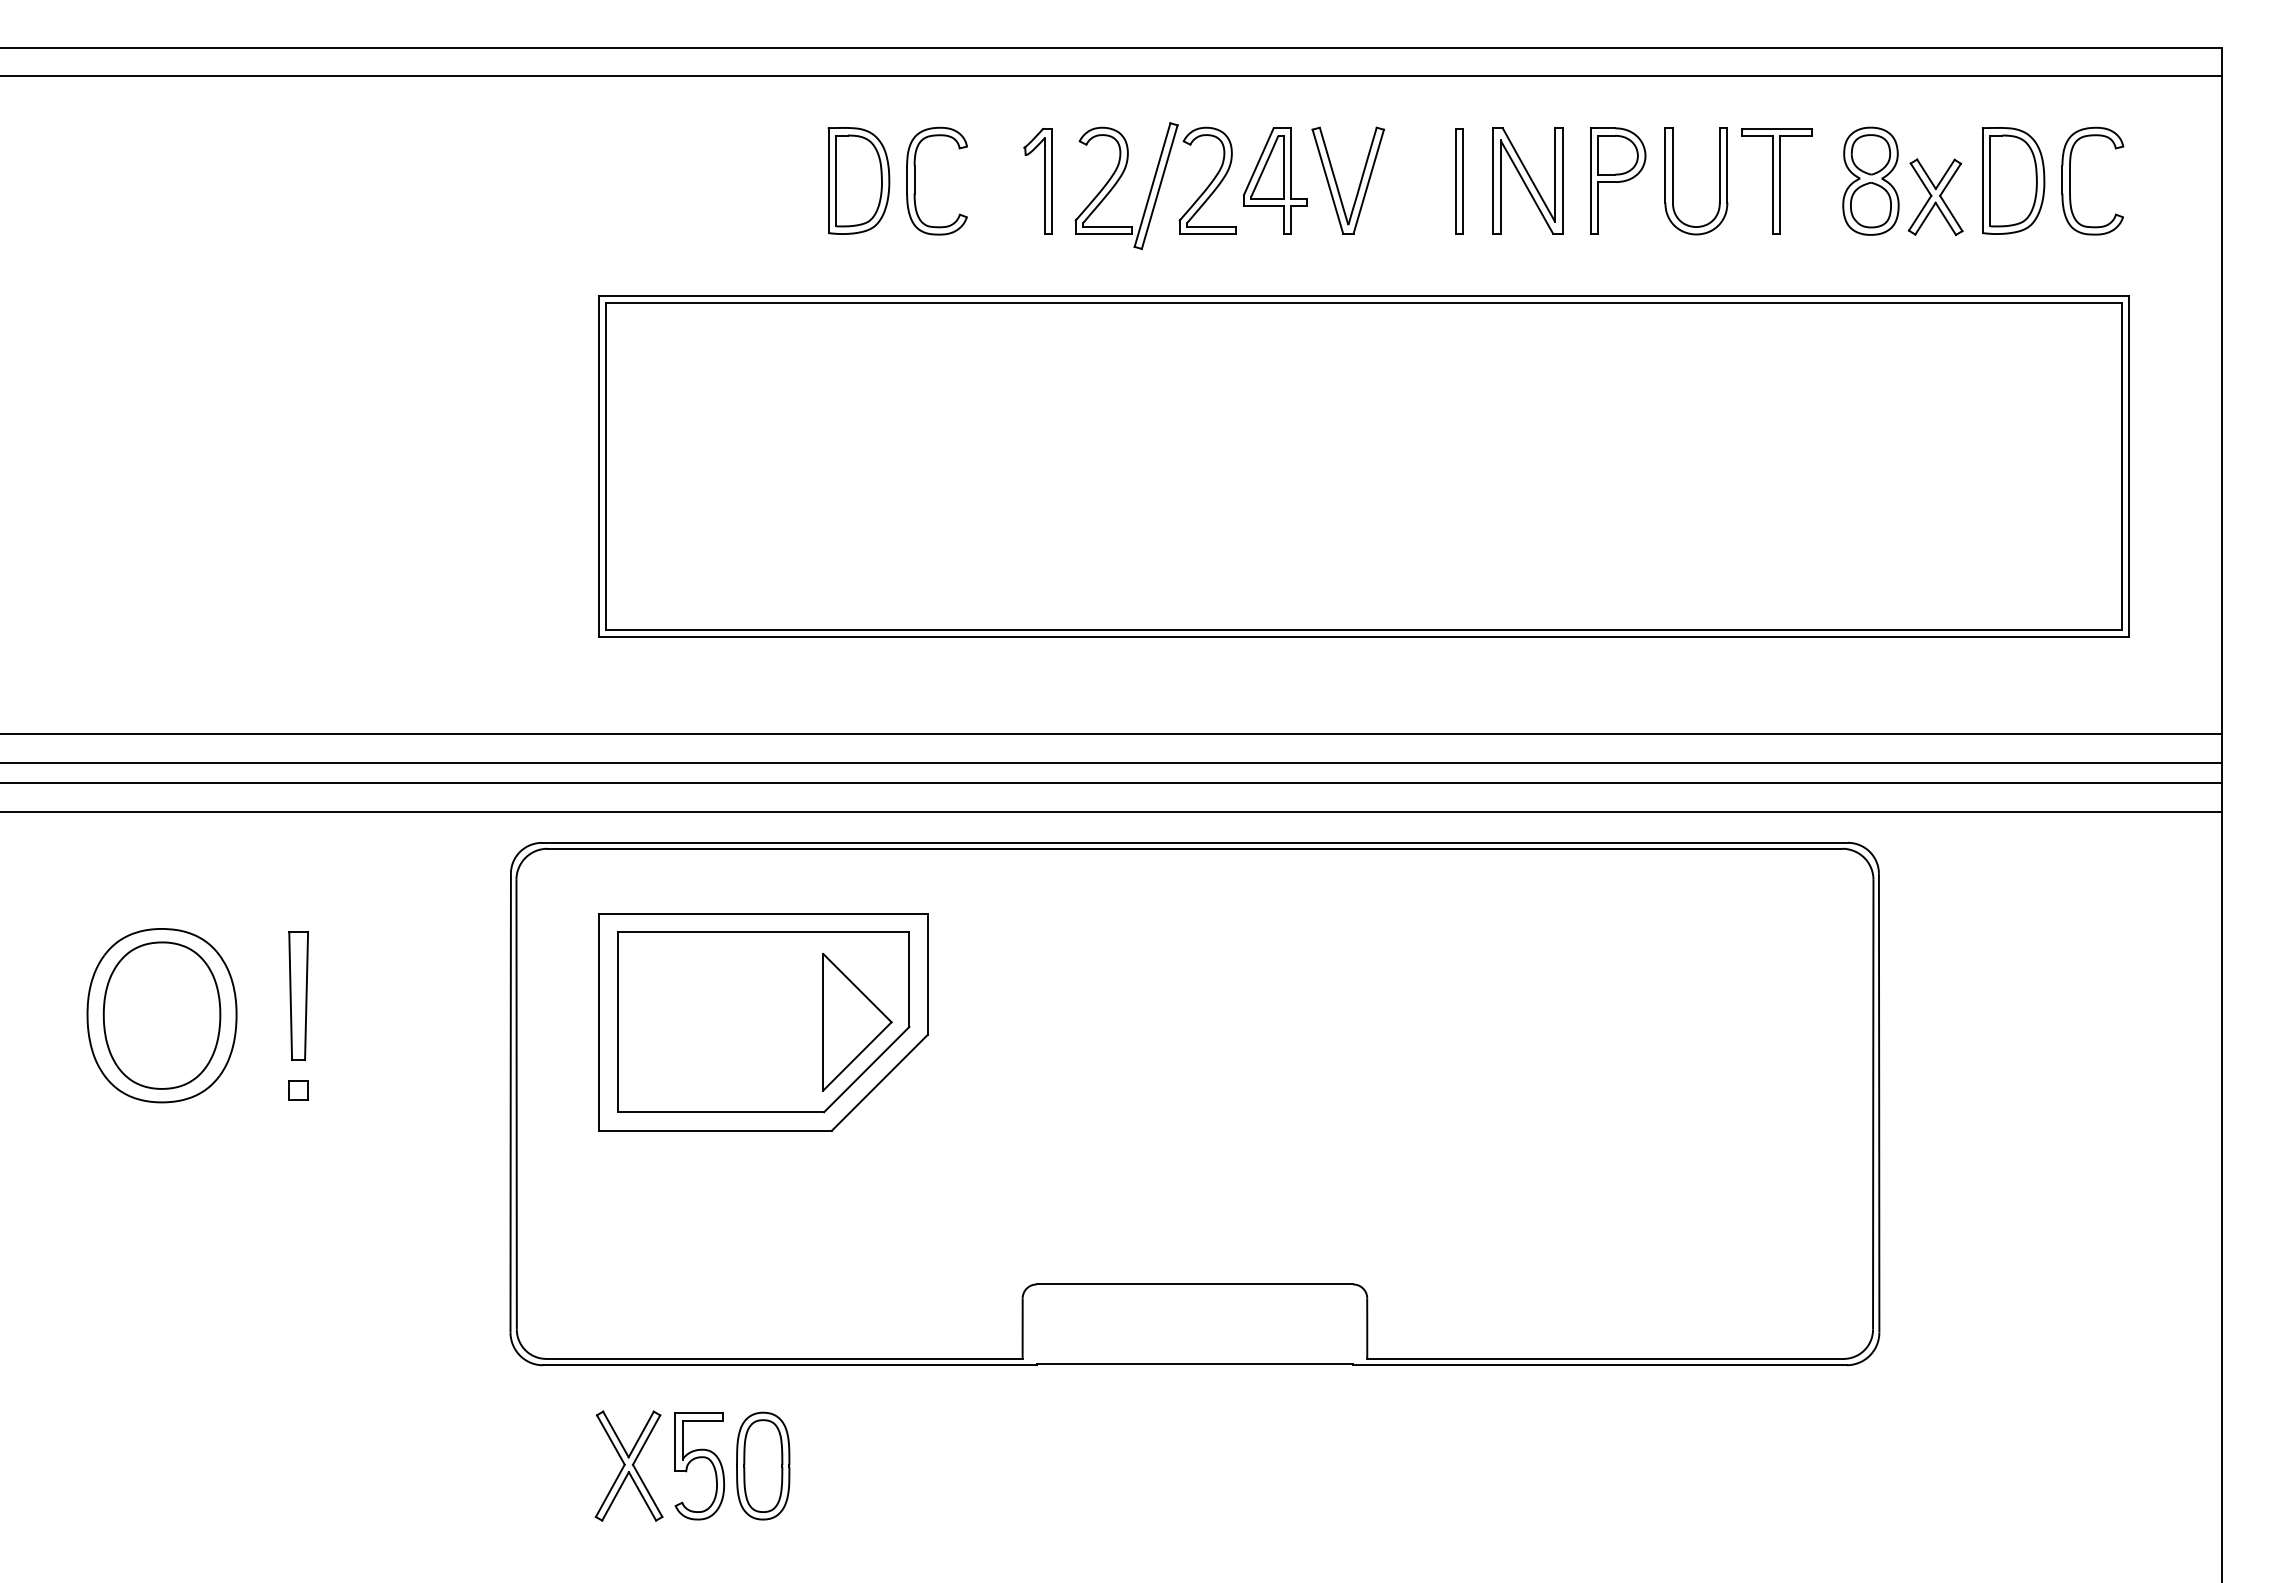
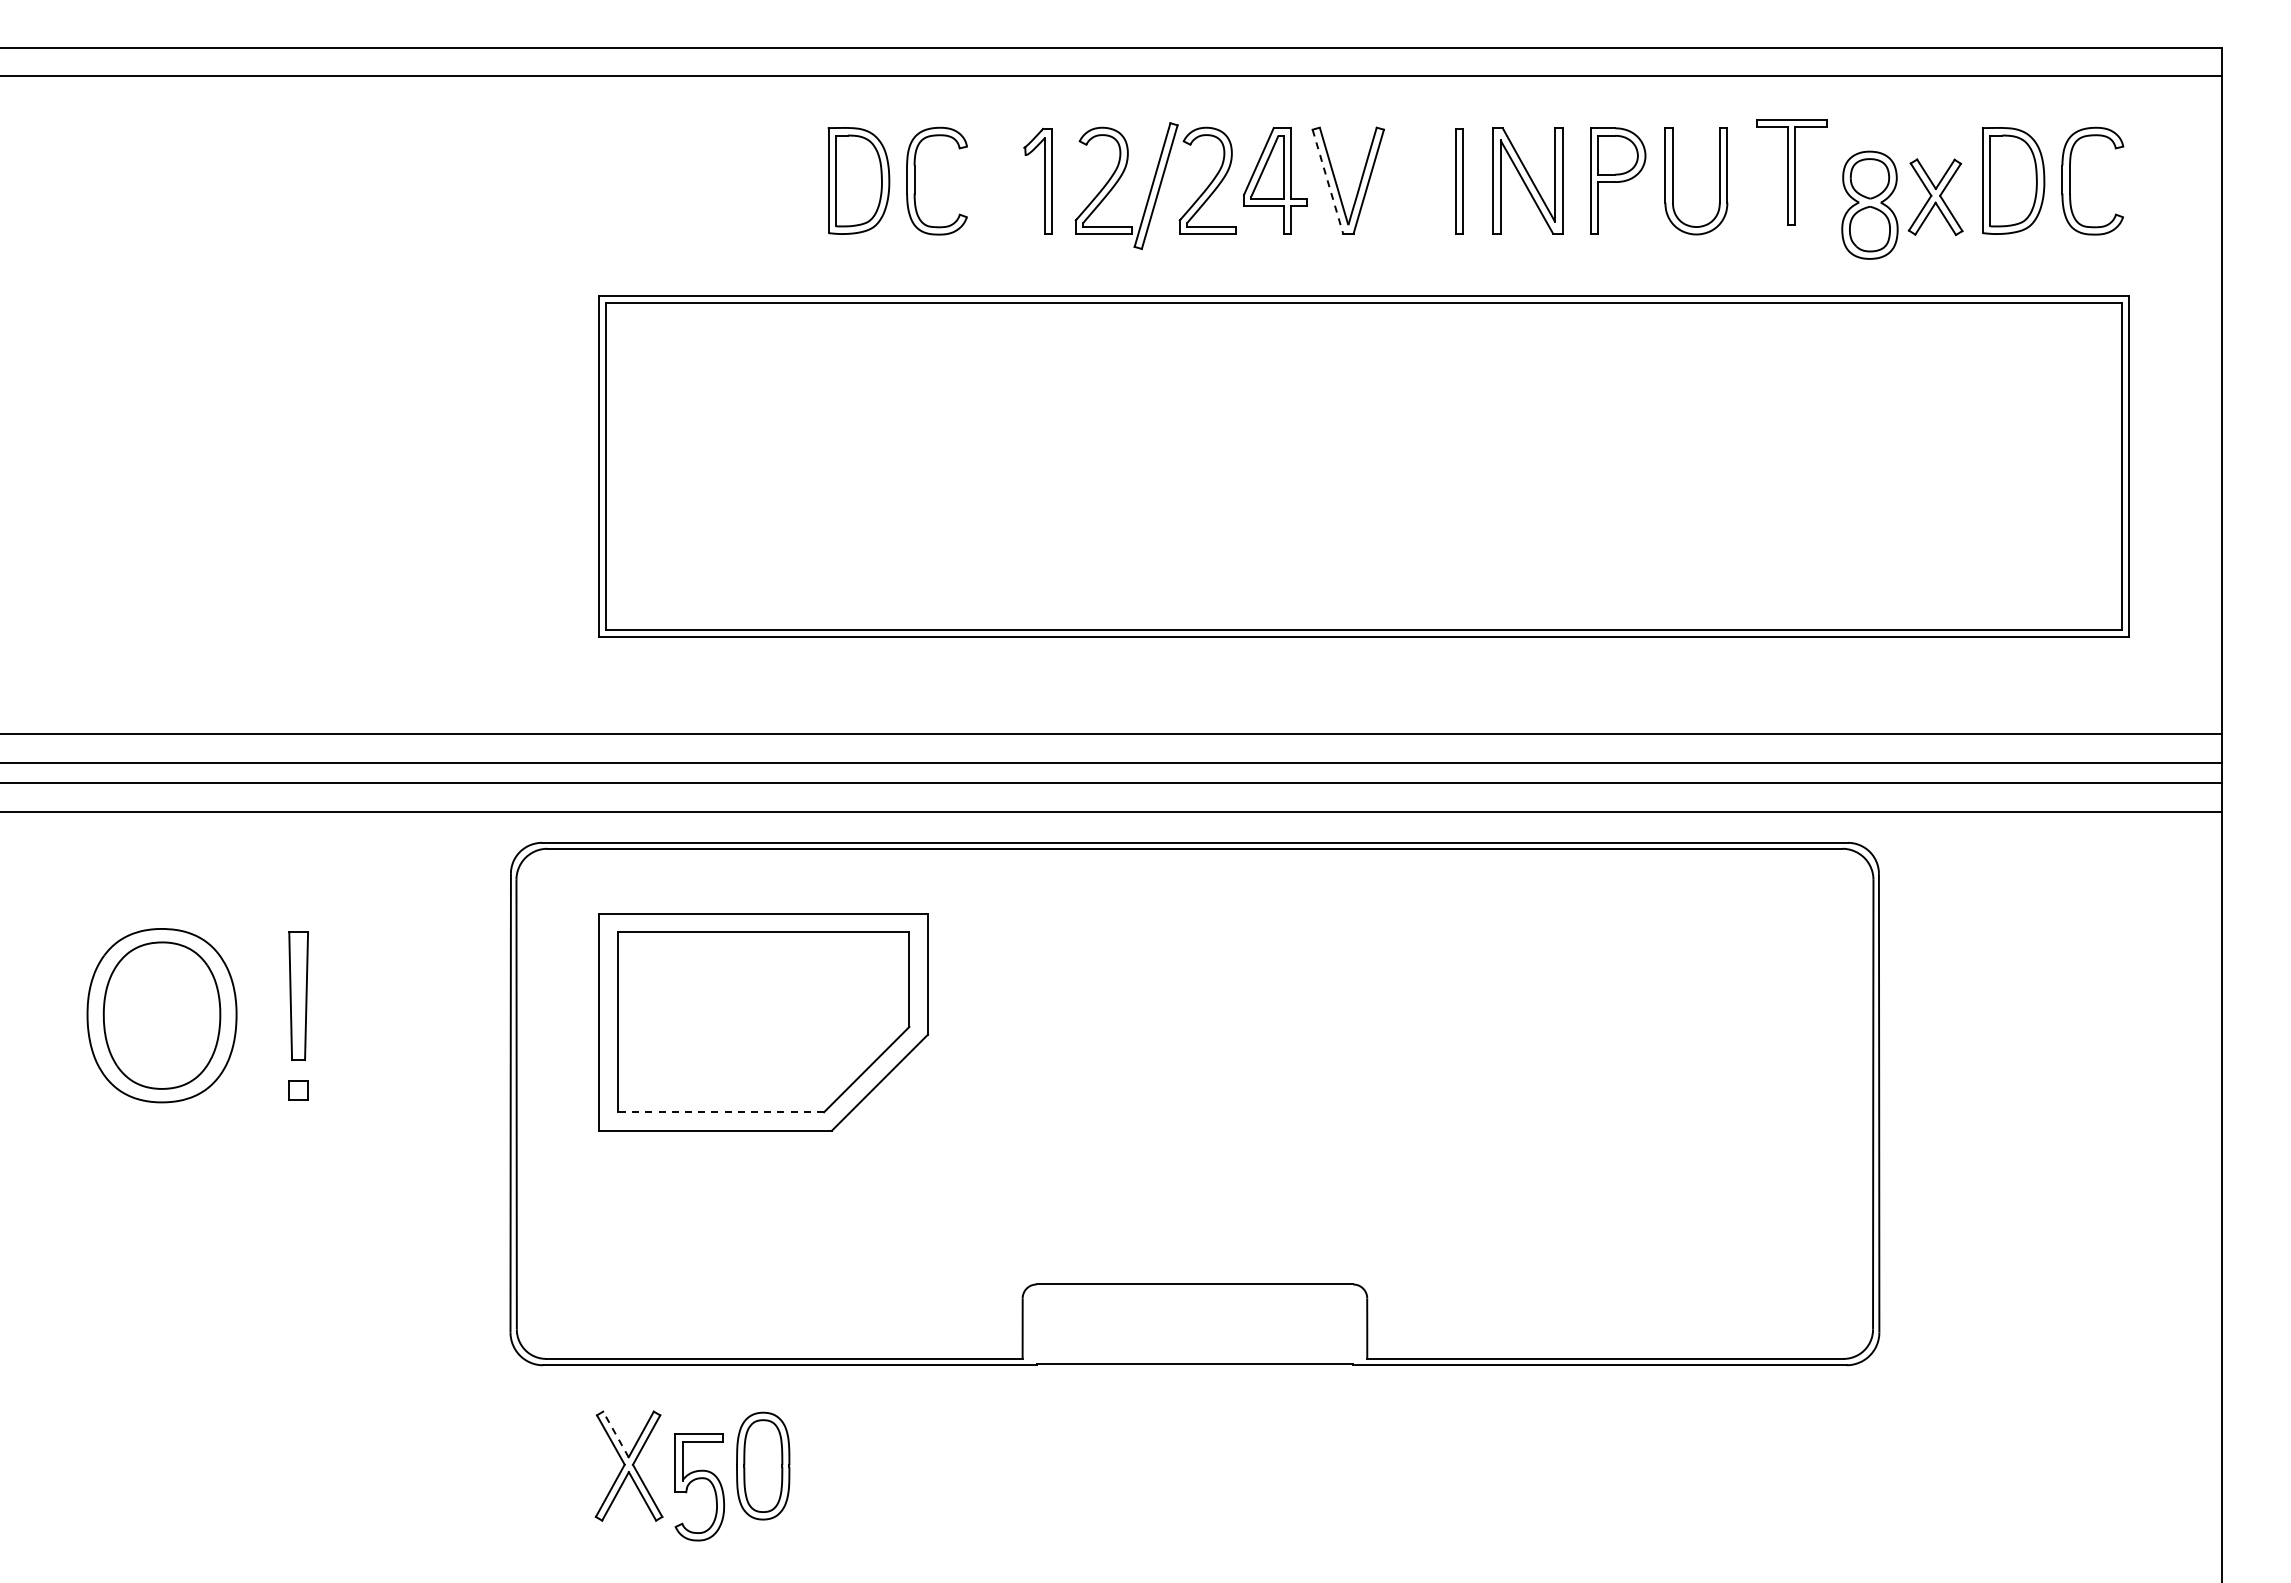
part at (1870, 180) position: (1870, 180) -> (1869, 204)
part at (1776, 181) position: (1776, 181) -> (1791, 172)
line at (1328, 182): solid -> dashed
part at (857, 1021): present -> none
line at (720, 1112): solid -> dashed
line at (615, 1434): solid -> dashed
part at (699, 1458) position: (699, 1458) -> (699, 1479)
